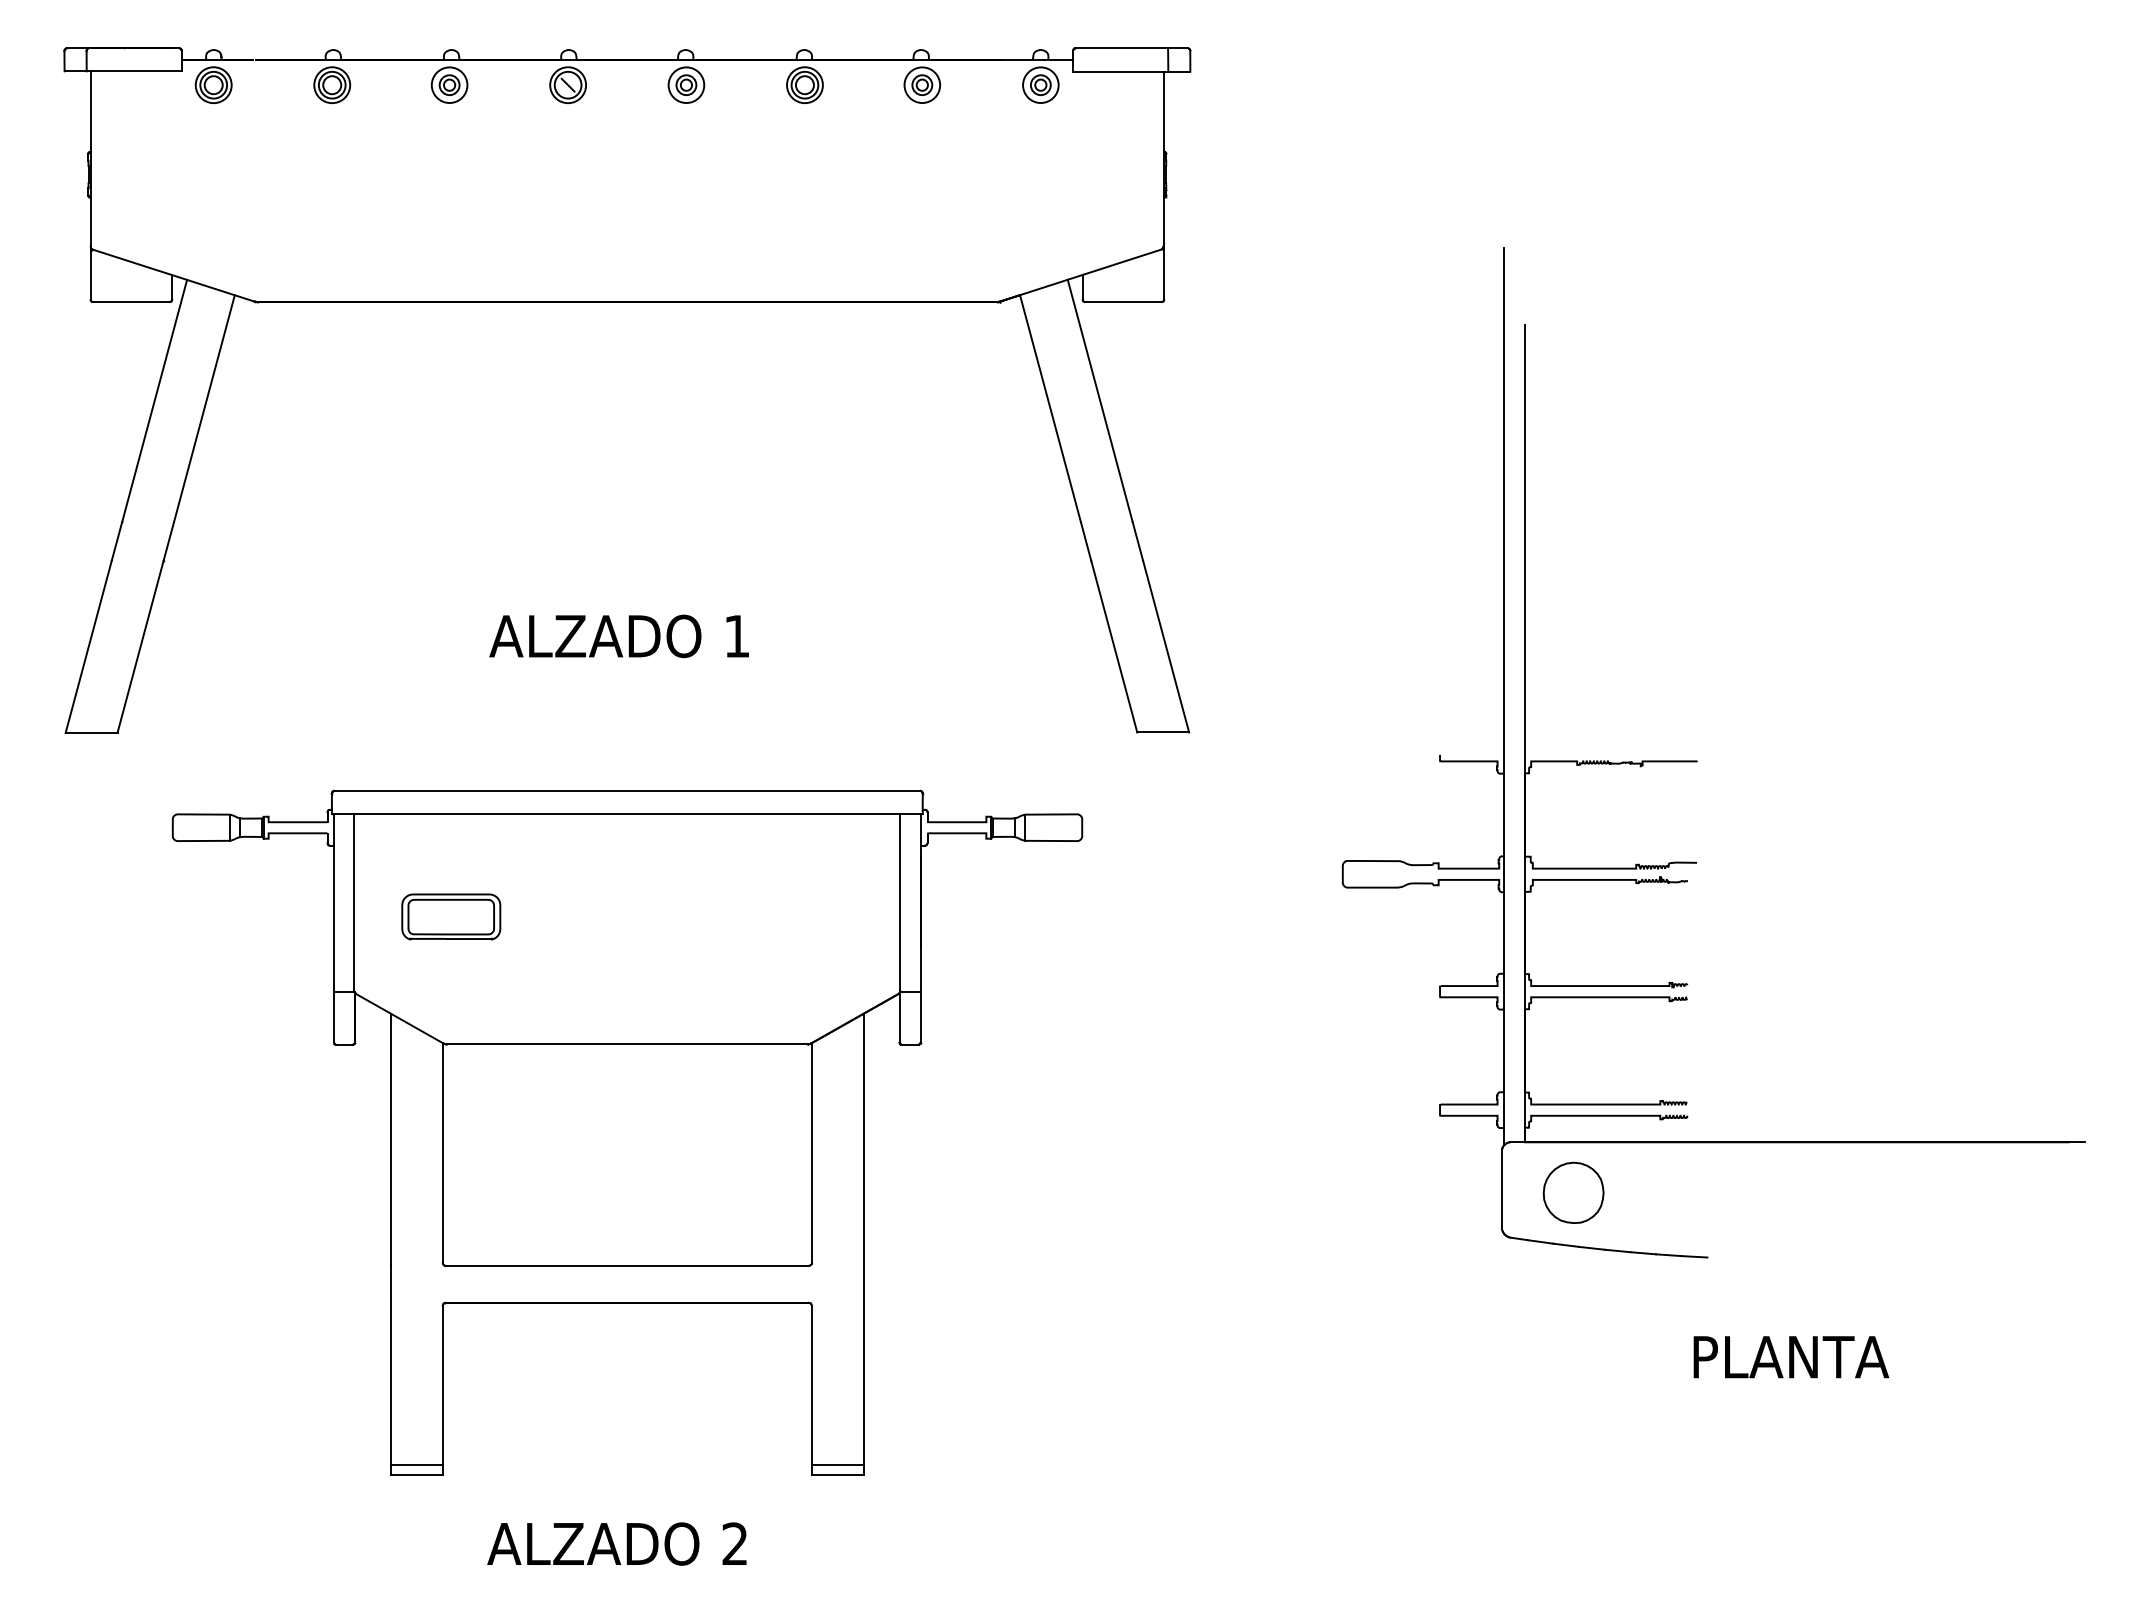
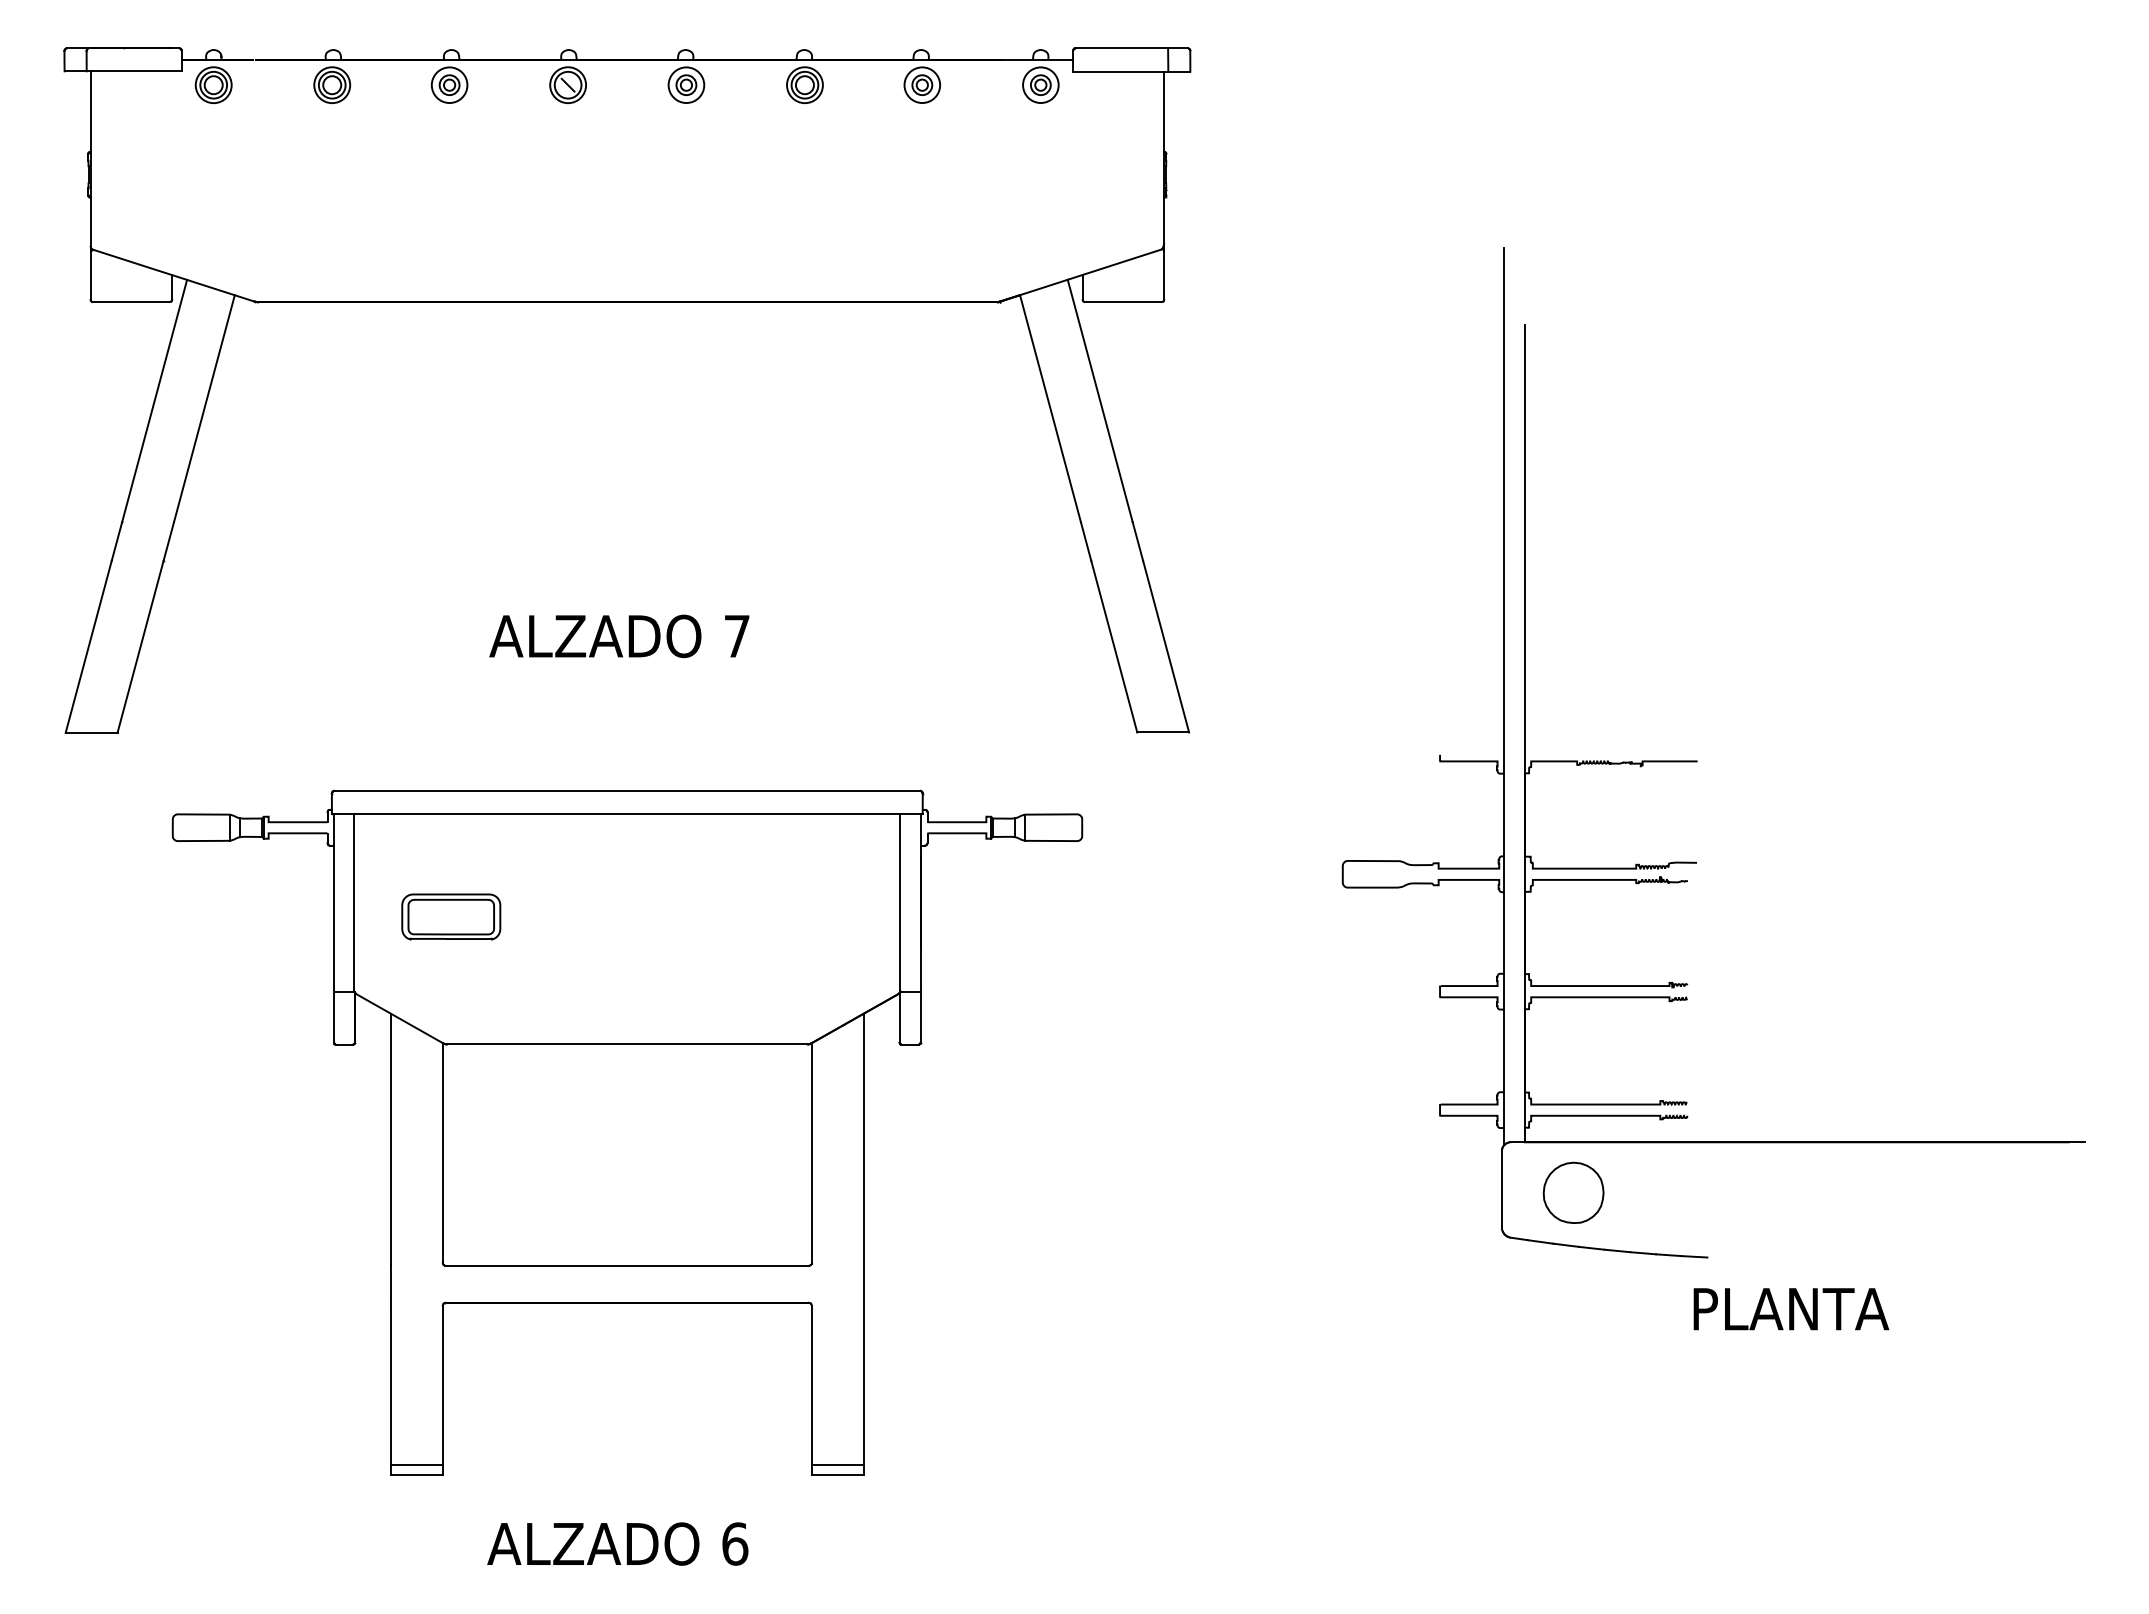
text at (737, 636): 1 -> 7
text at (1791, 1357) position: (1791, 1357) -> (1791, 1309)
text at (735, 1543): 2 -> 6
